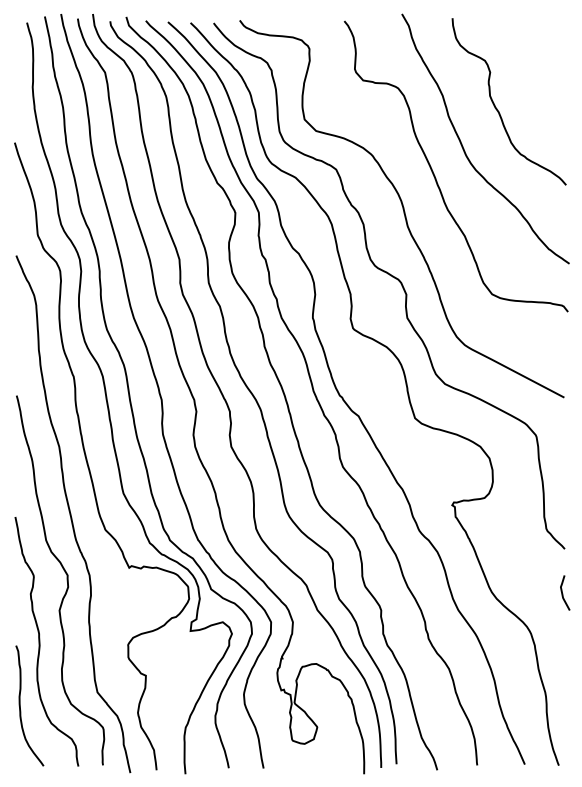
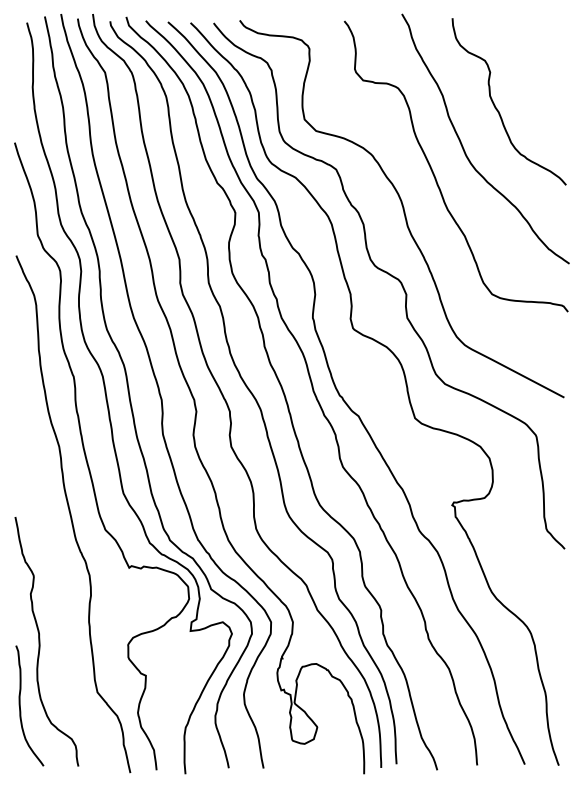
curve at (66, 580): present -> none
curve at (563, 593): present -> none
